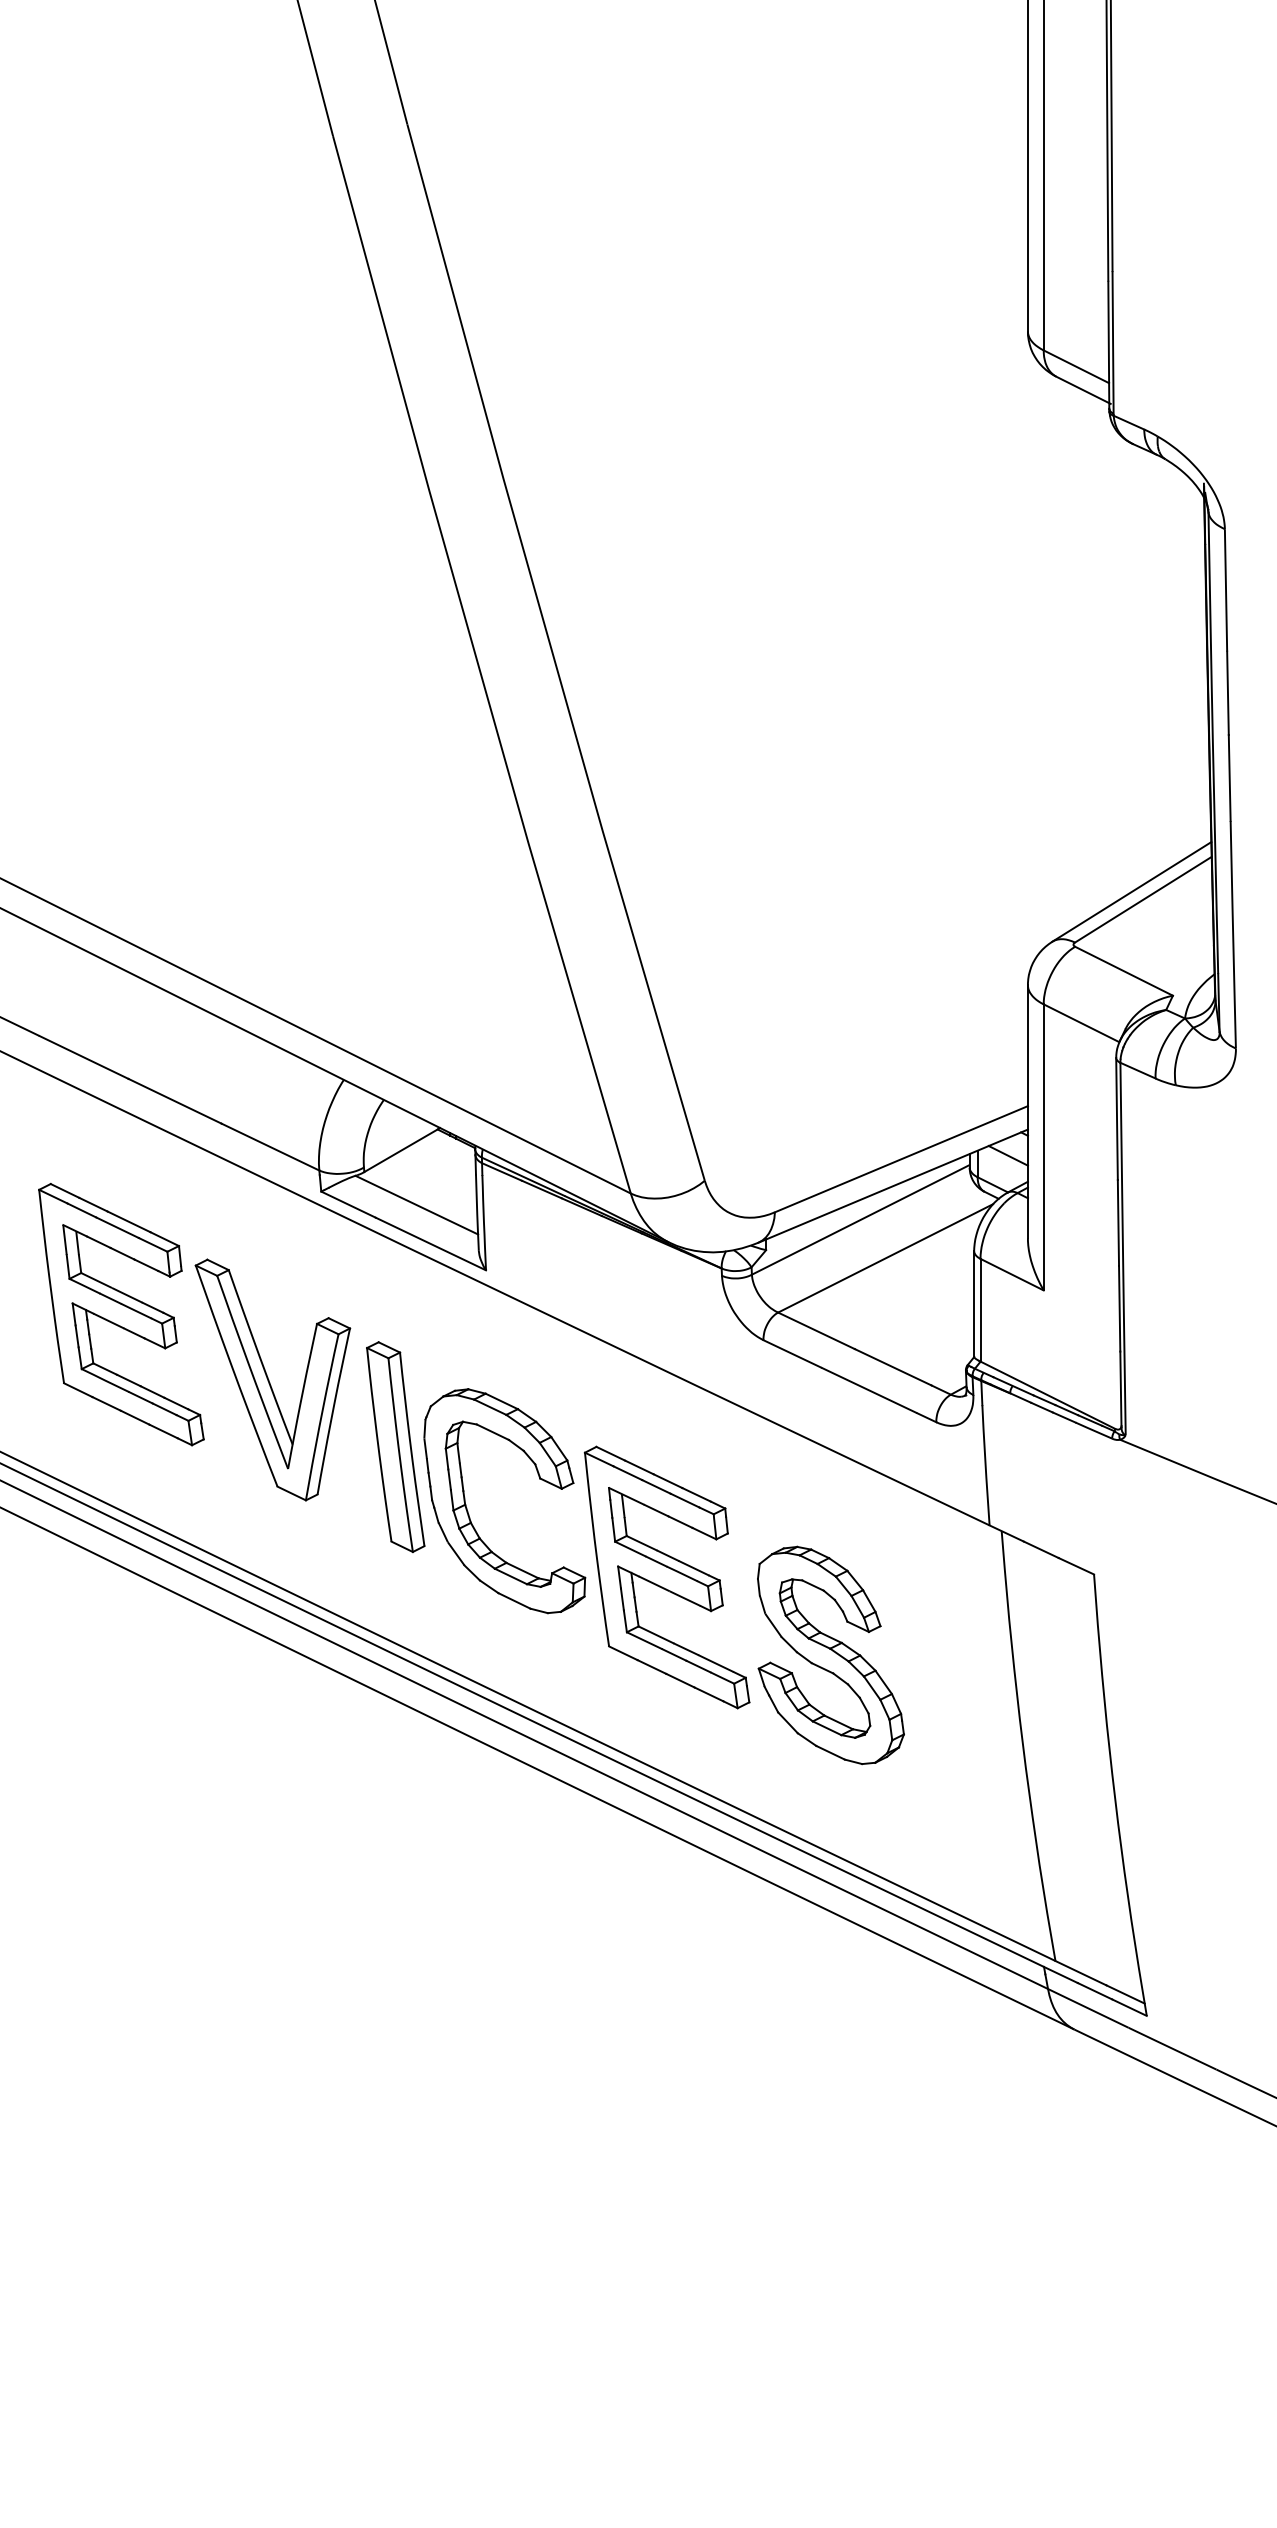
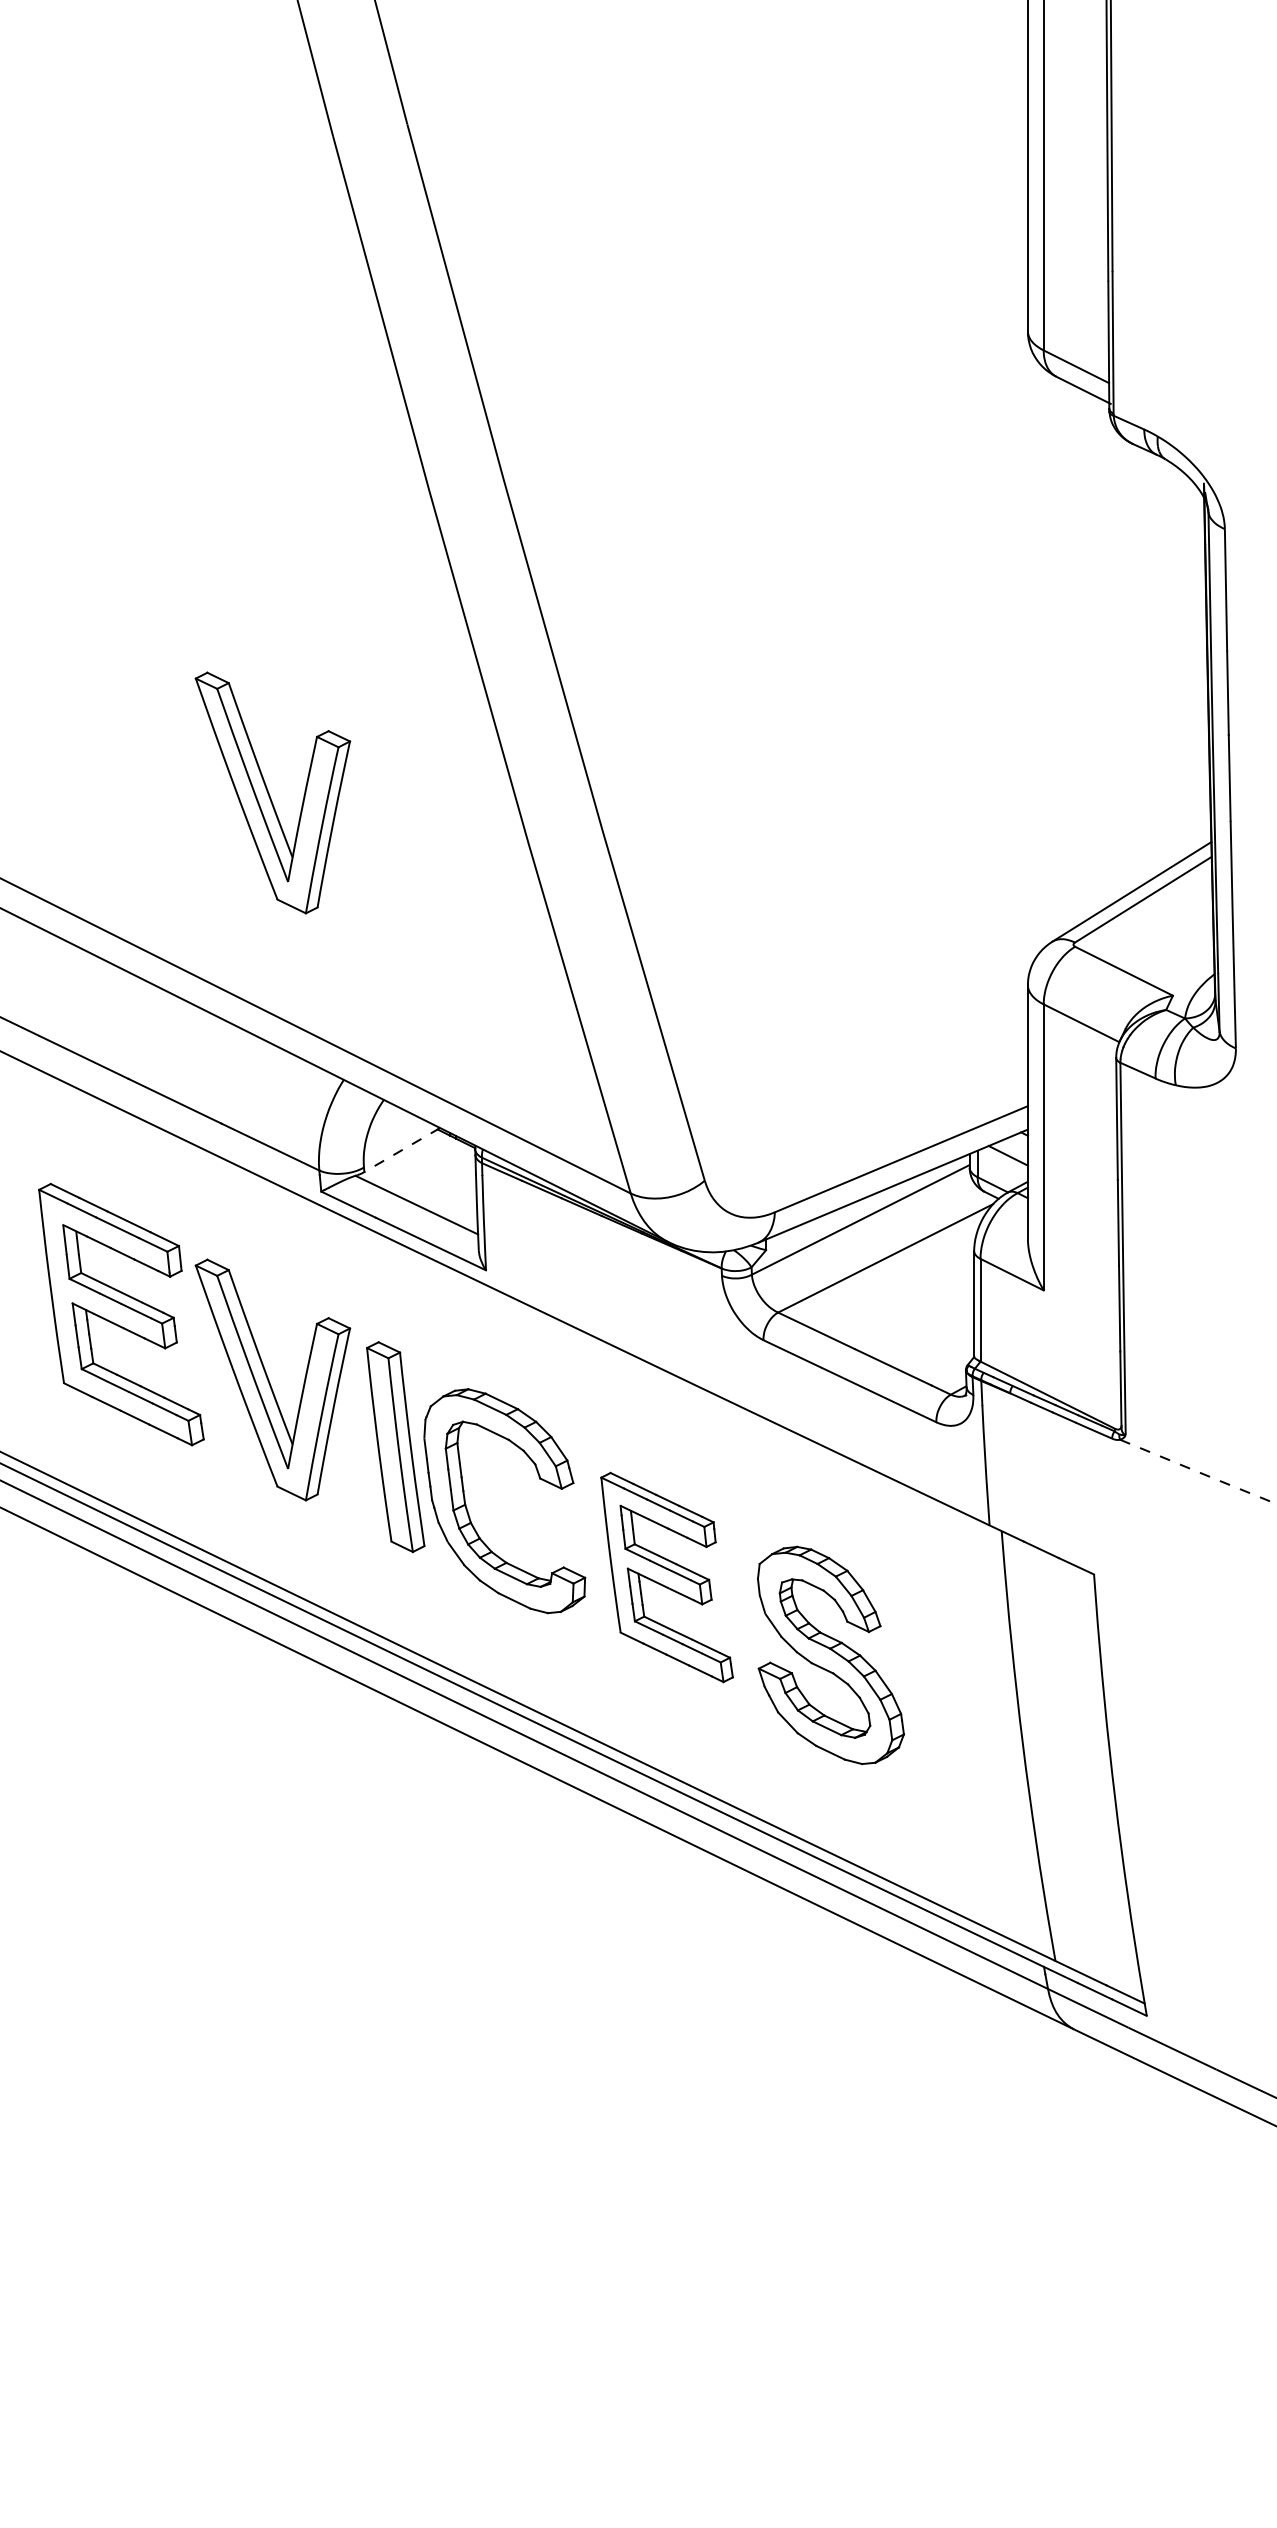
part at (272, 792): none -> present
line at (402, 1150): solid -> dashed
line at (1198, 1472): solid -> dashed
part at (666, 1577) size: 168x265 px -> 134x213 px
